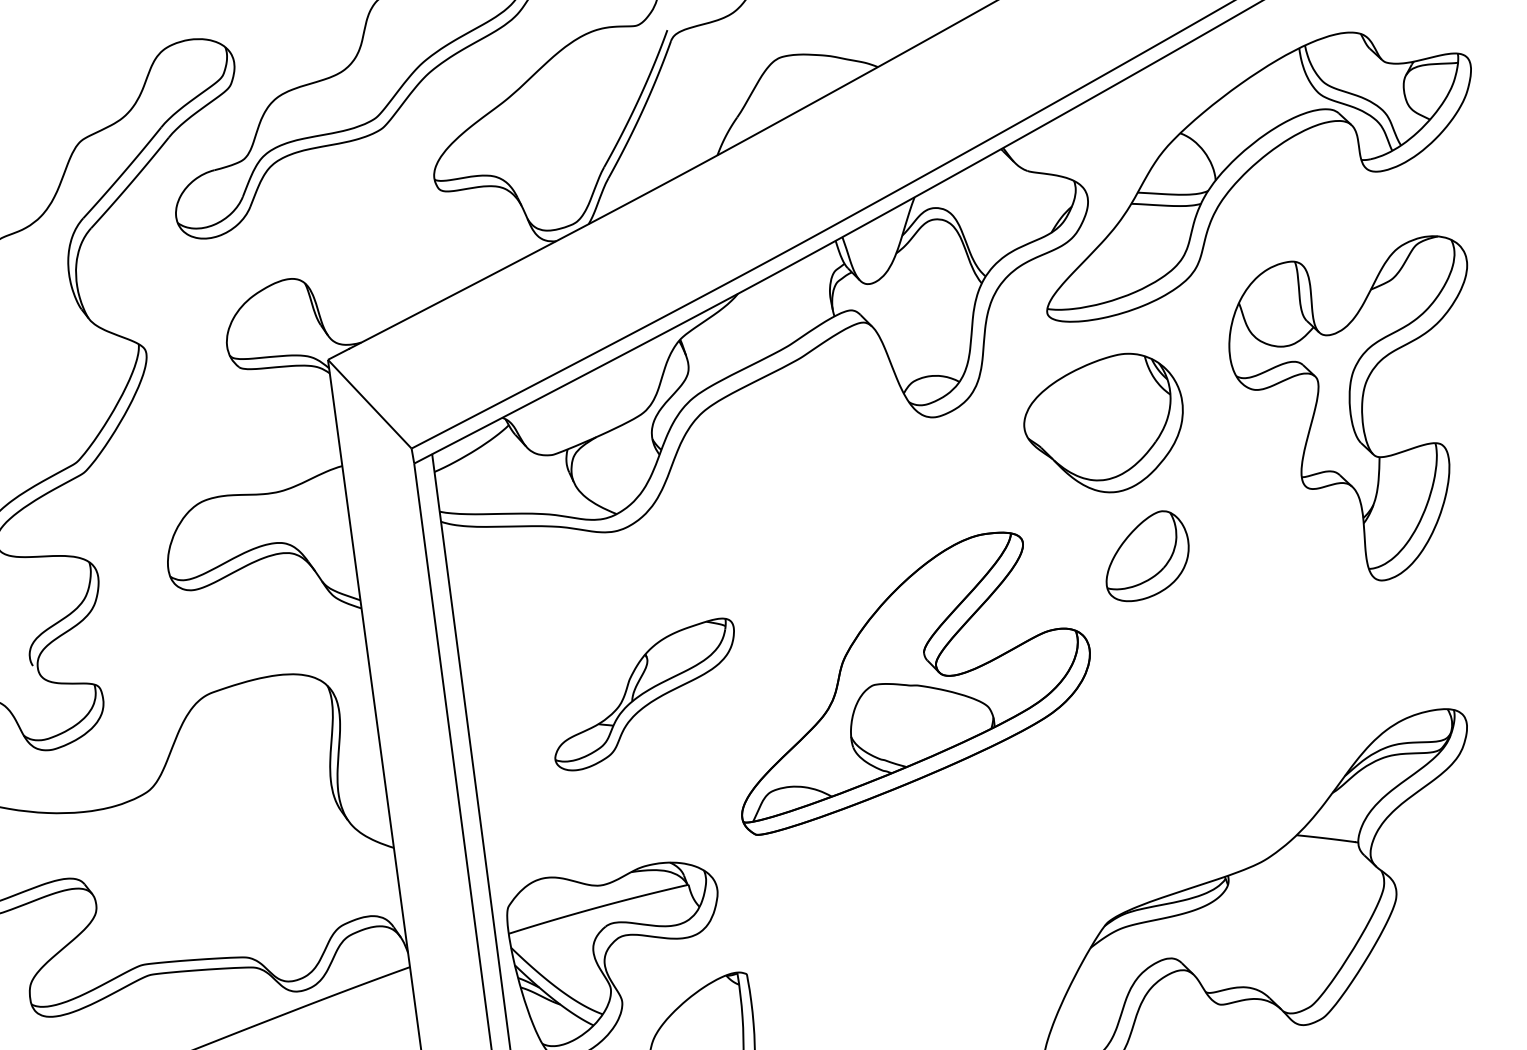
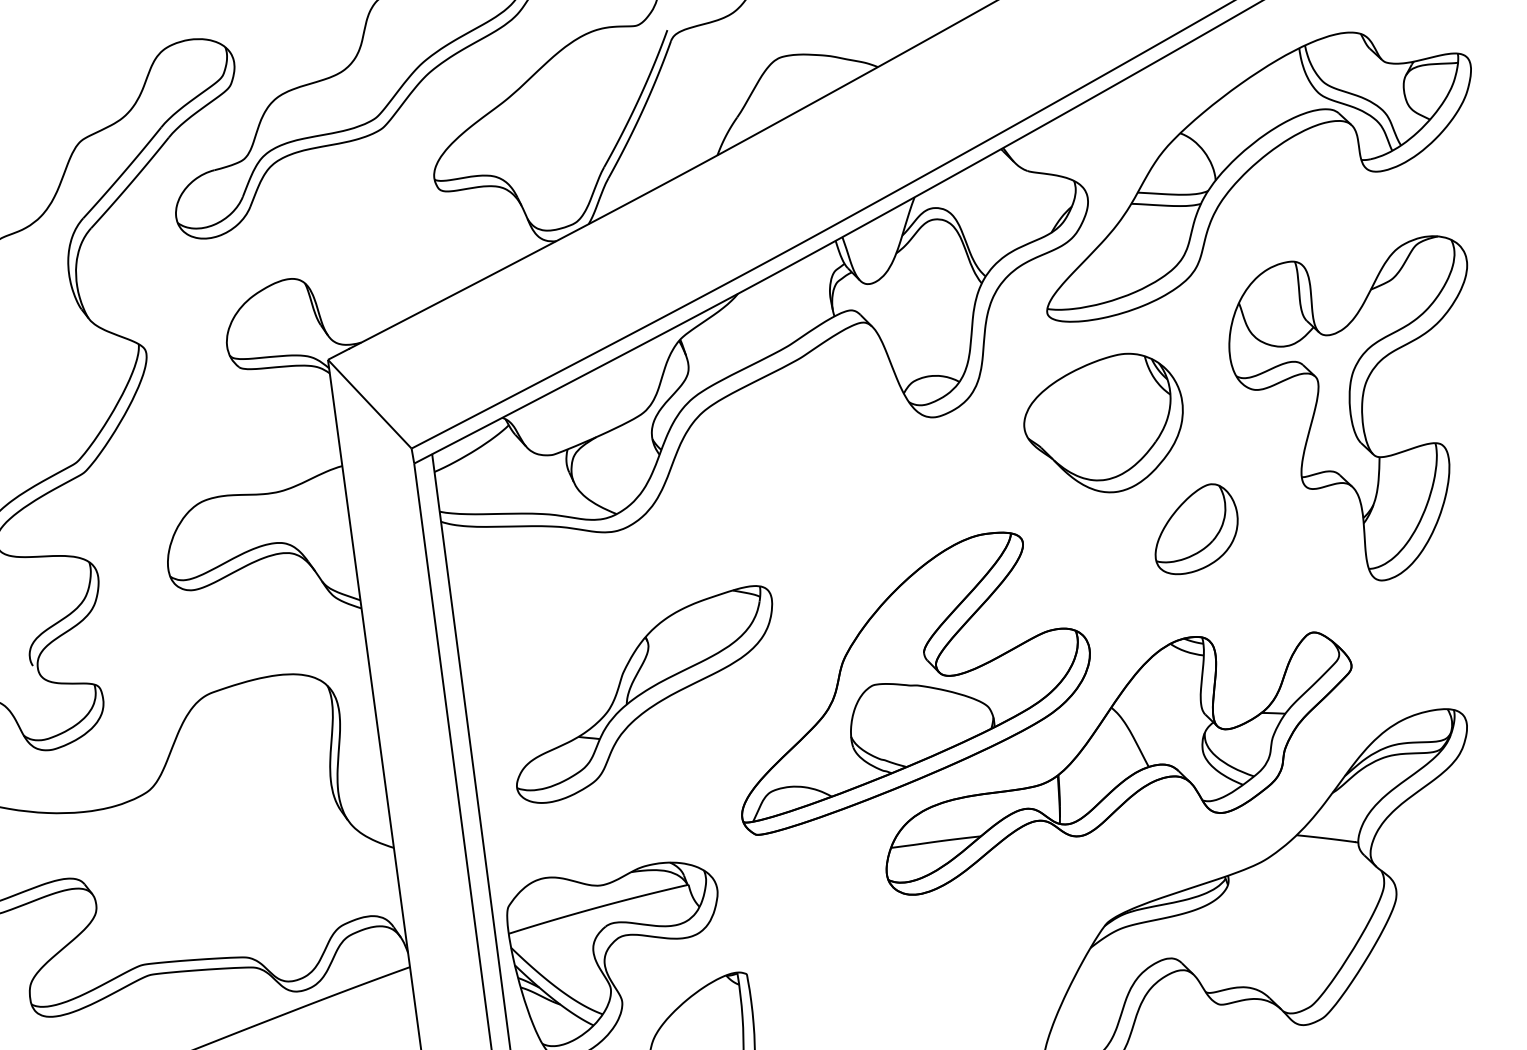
part at (1147, 556) position: (1147, 556) -> (1196, 529)
part at (644, 694) size: 181x155 px -> 258x219 px
part at (1118, 763): none -> present
